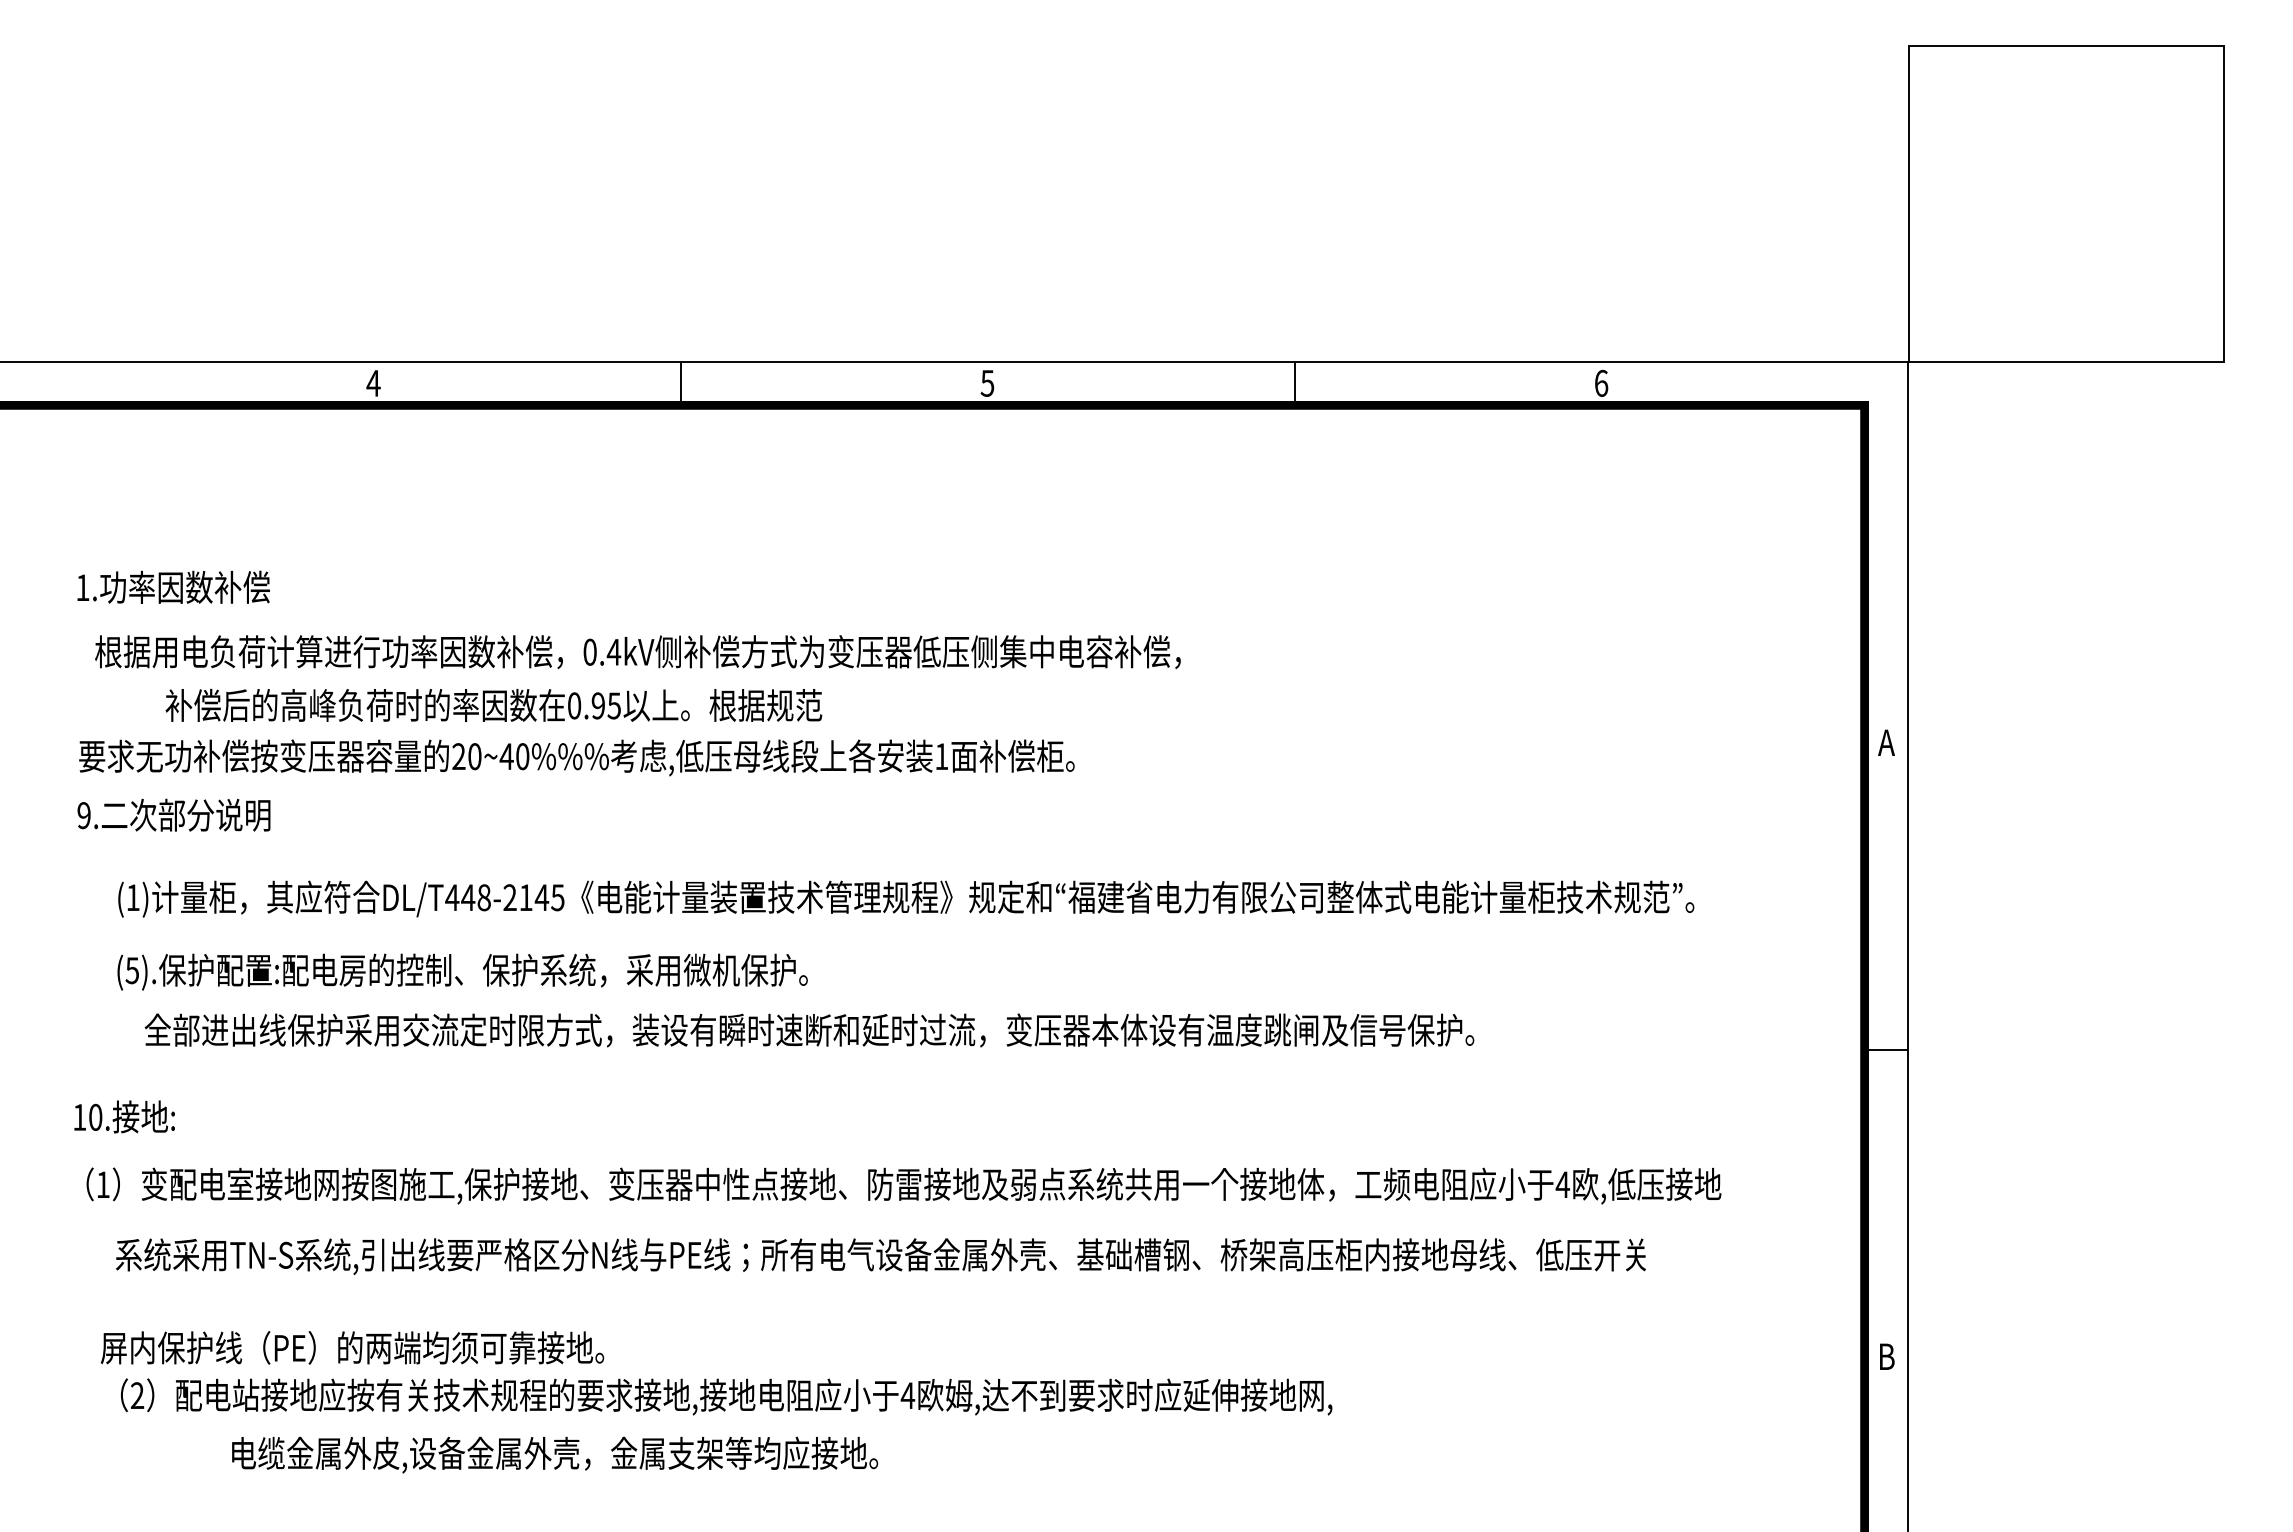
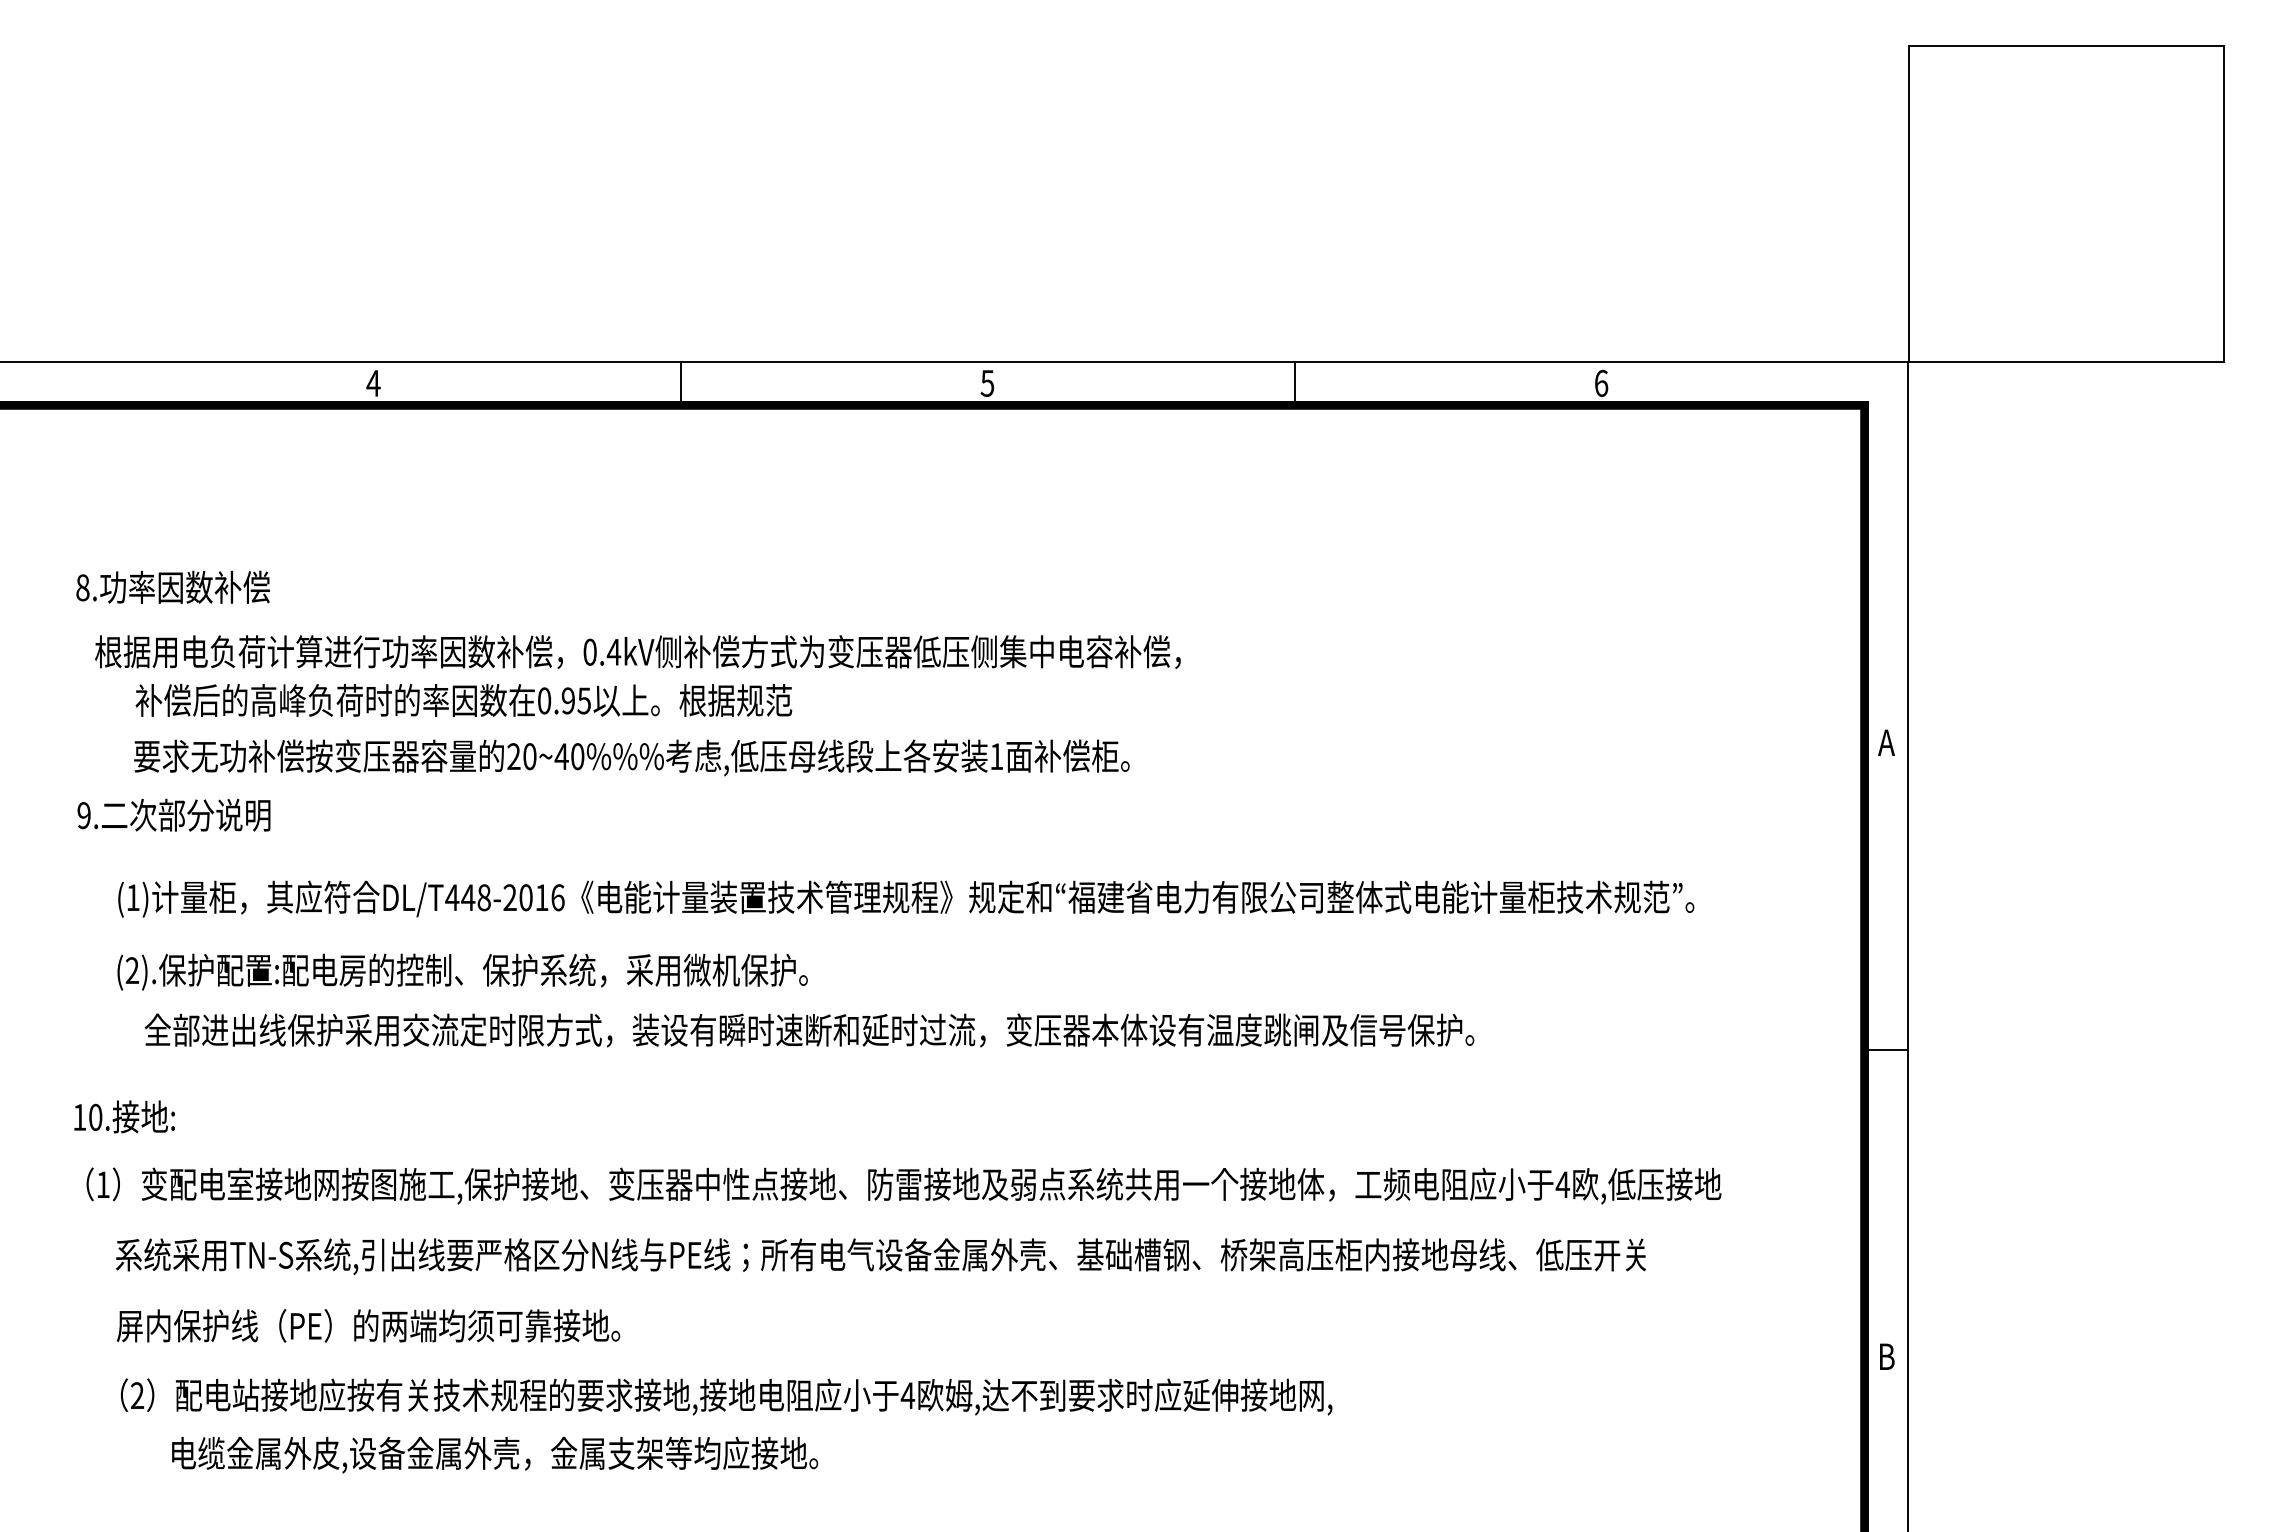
text at (82, 587): 1. -> 8.
text at (493, 704) position: (493, 704) -> (463, 699)
text at (576, 757) position: (576, 757) -> (631, 757)
text at (541, 897): DL/T448-2145 -> DL/T448-2016
text at (132, 970): (5). -> (2).
text at (352, 1347) position: (352, 1347) -> (368, 1325)
text at (555, 1454) position: (555, 1454) -> (495, 1454)
